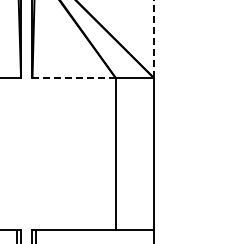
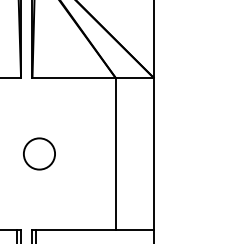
line at (153, 38): dashed -> solid
line at (74, 77): dashed -> solid
circle at (39, 153): none -> present
